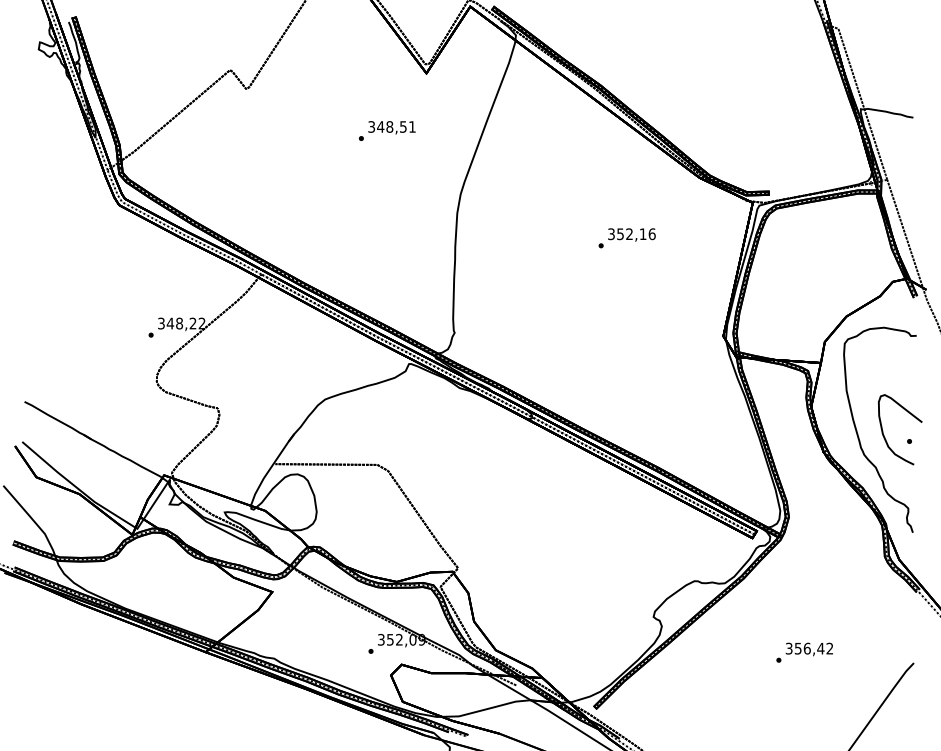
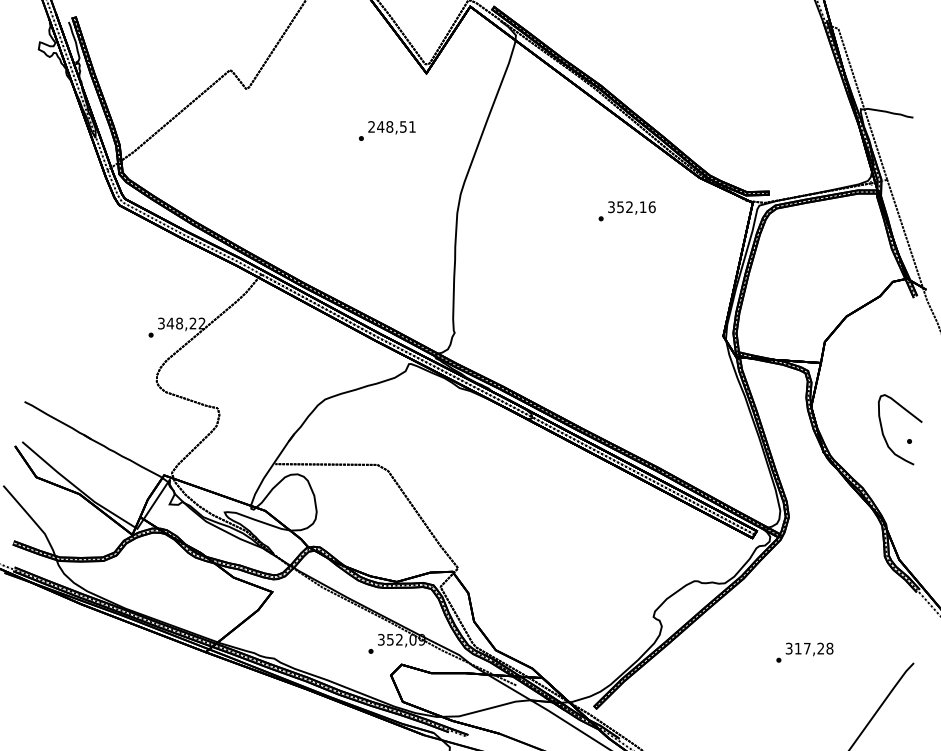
text at (371, 126): 348,51 -> 248,51
text at (626, 238) position: (626, 238) -> (626, 211)
curve at (858, 433): present -> none
text at (813, 648): 356,42 -> 317,28
